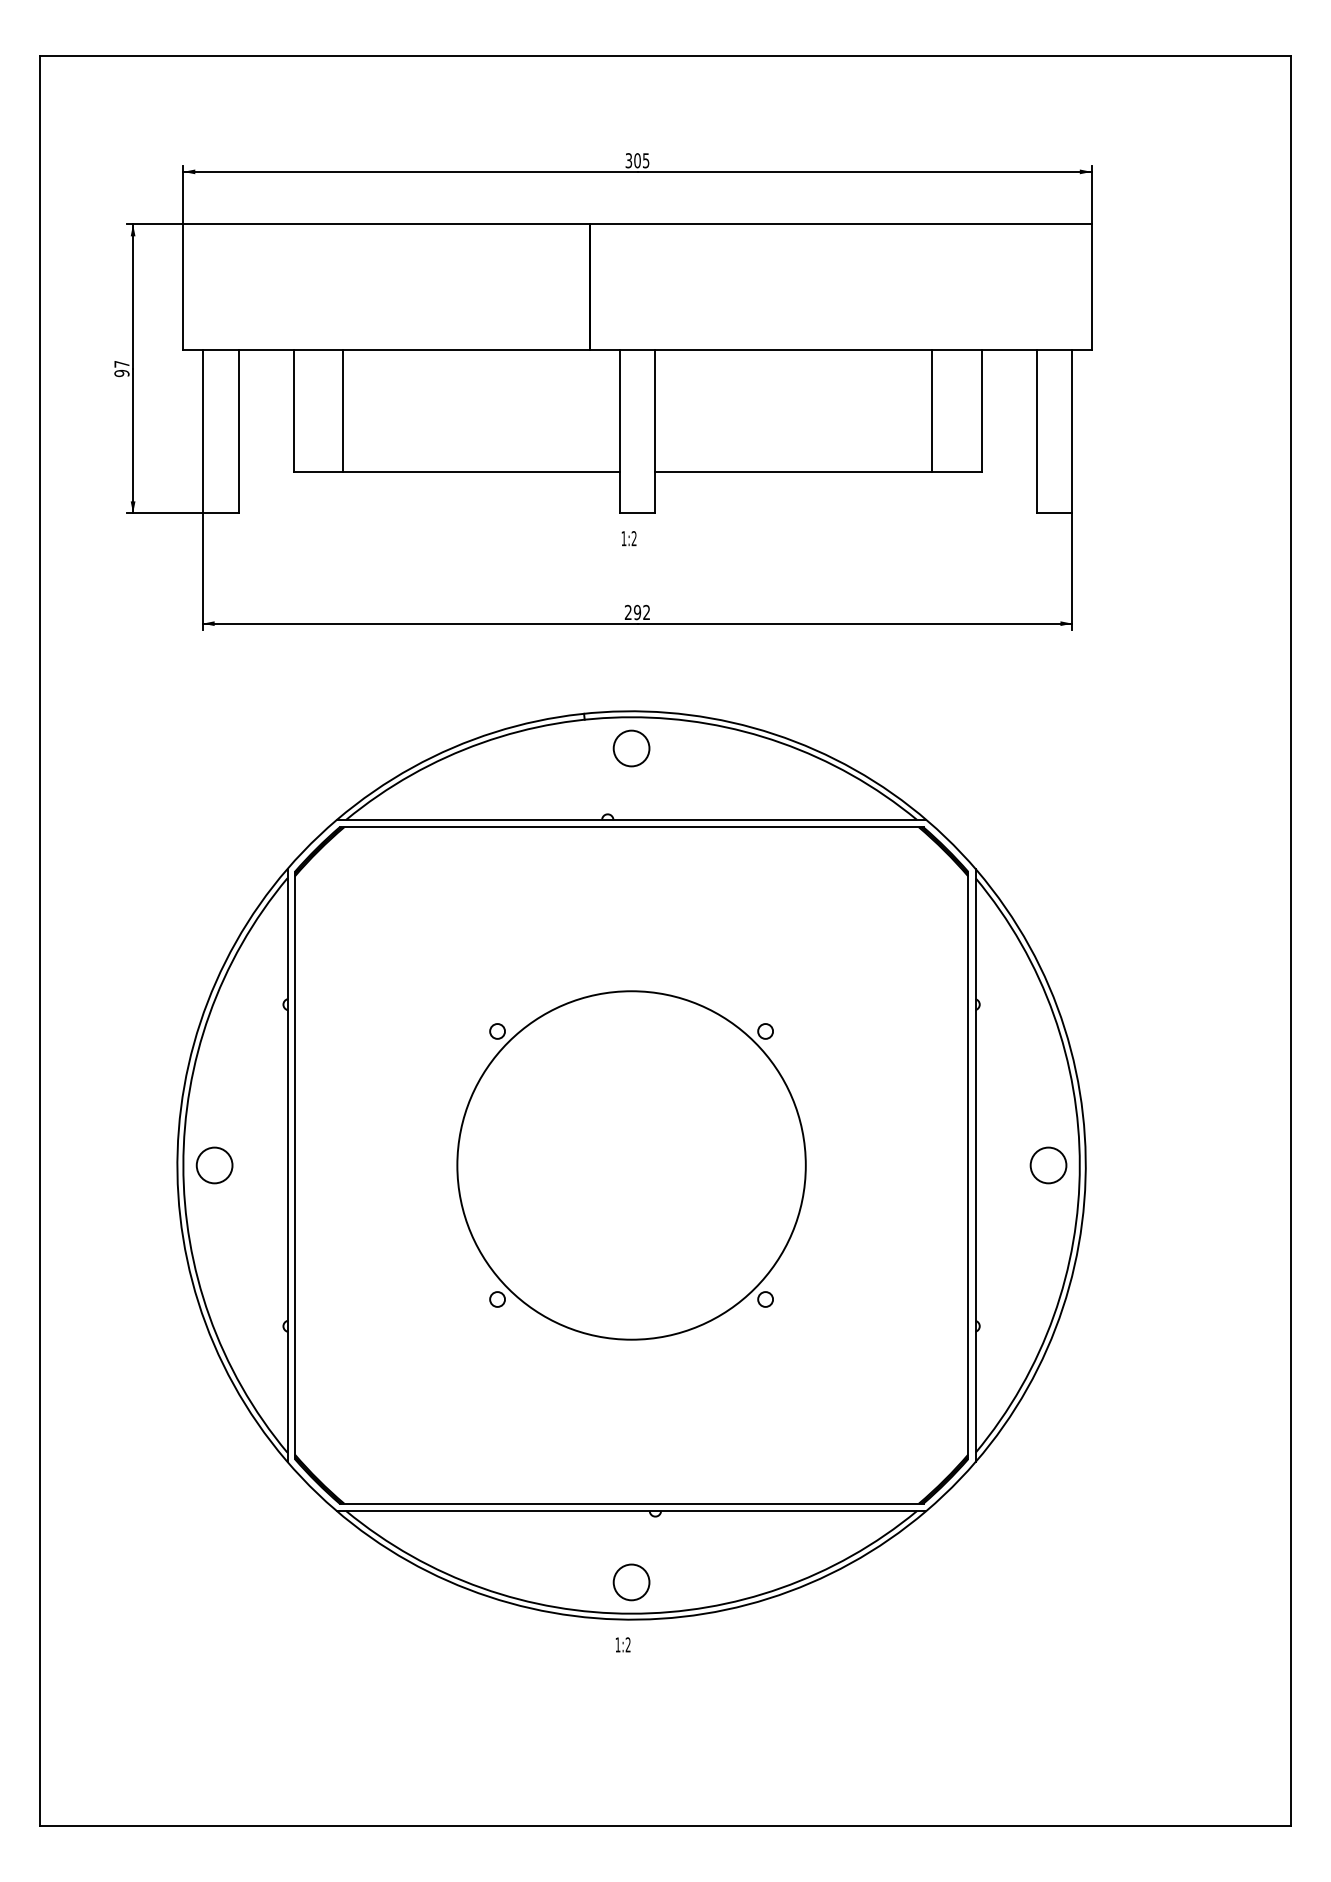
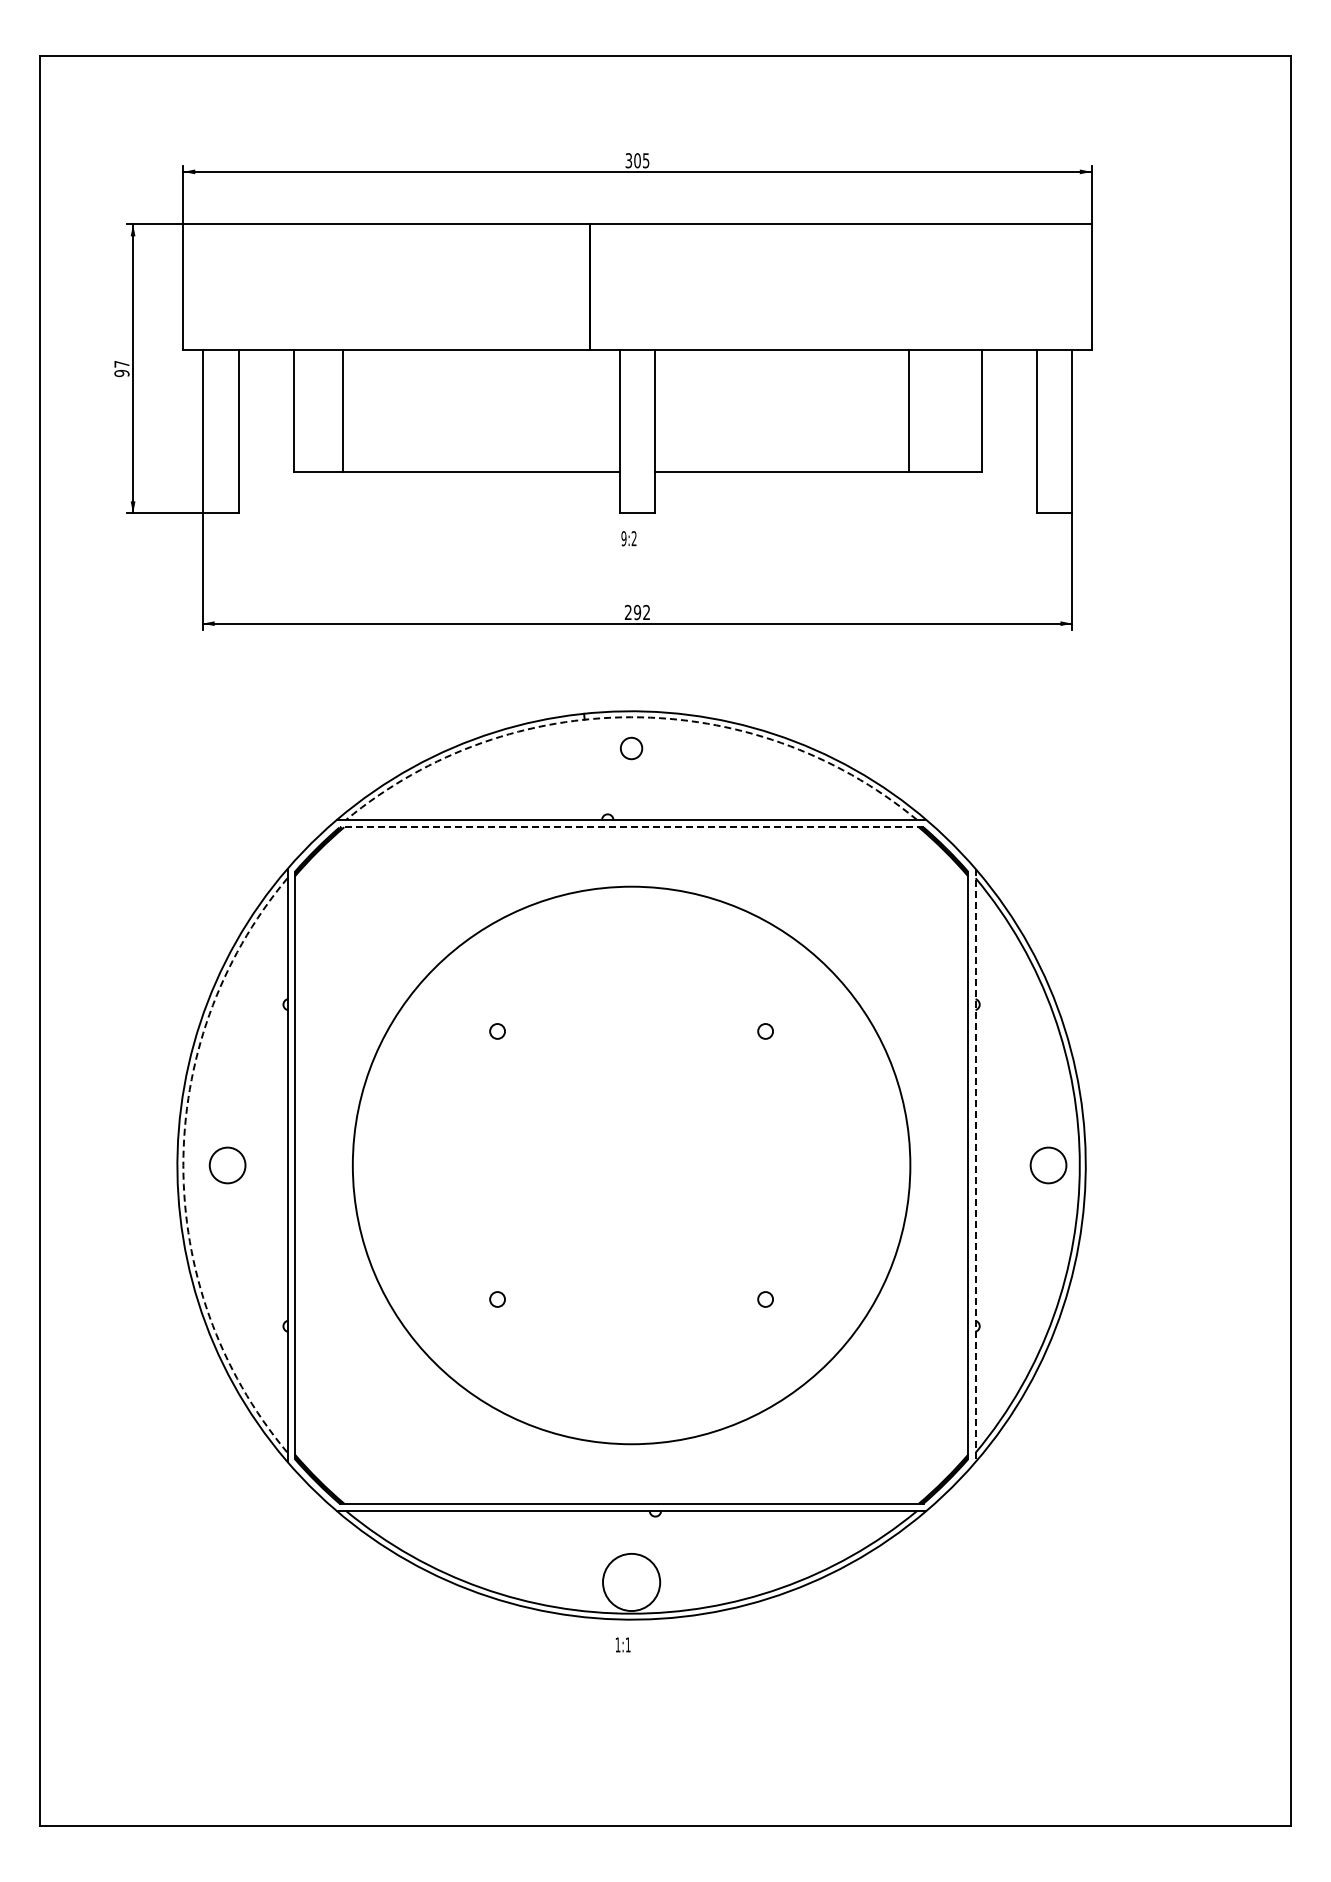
line at (932, 410) position: (932, 410) -> (909, 410)
text at (623, 538): 1:2 -> 9:2
arc at (631, 717): solid -> dashed
circle at (631, 748) size: 39x39 px -> 24x25 px
line at (631, 827): solid -> dashed
arc at (183, 1165): solid -> dashed
circle at (214, 1165) position: (214, 1165) -> (227, 1165)
circle at (631, 1165) diameter: 348 px -> 558 px
line at (975, 1165): solid -> dashed
circle at (631, 1582) diameter: 36 px -> 57 px
text at (627, 1644): 1:2 -> 1:1
